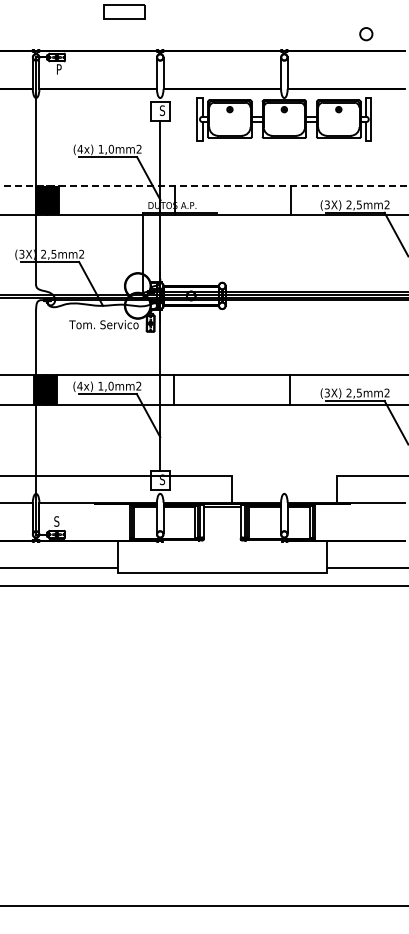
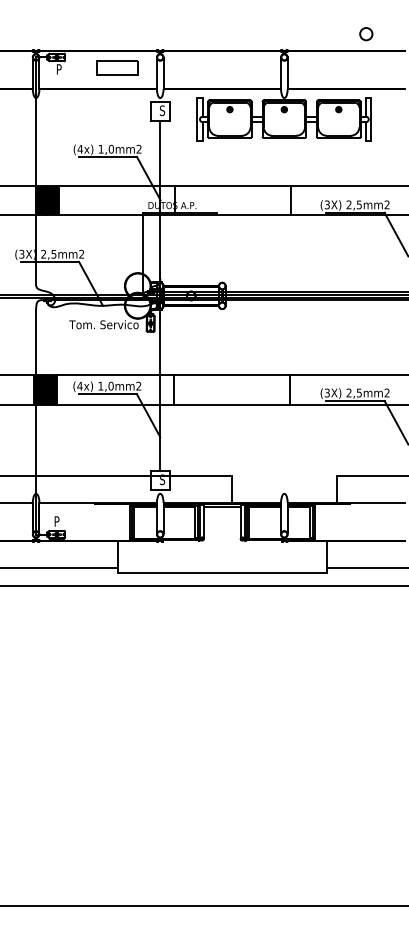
part at (124, 11) position: (124, 11) -> (117, 67)
line at (204, 185): dashed -> solid
text at (56, 521): S -> P
